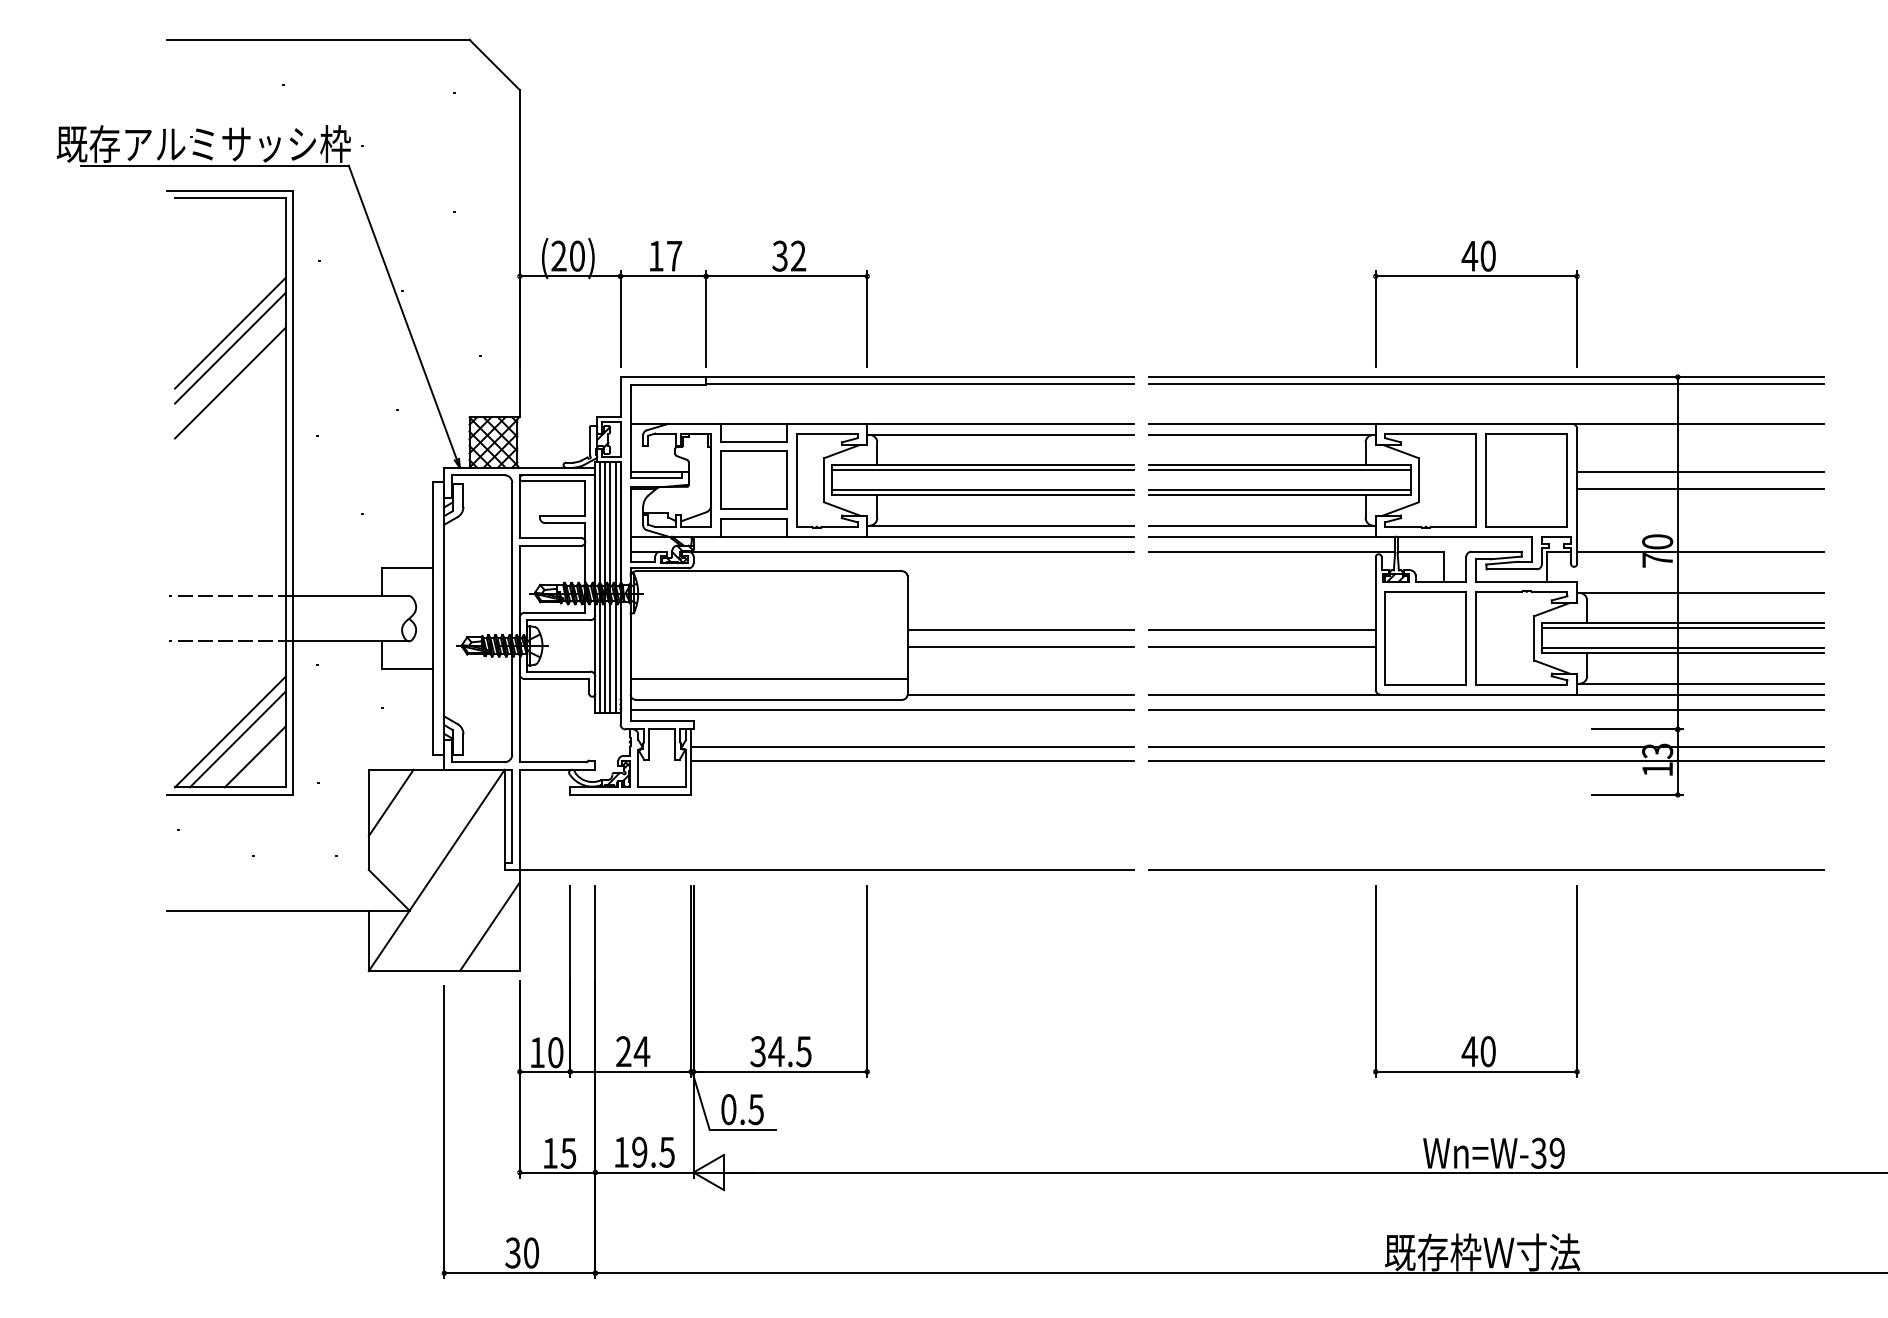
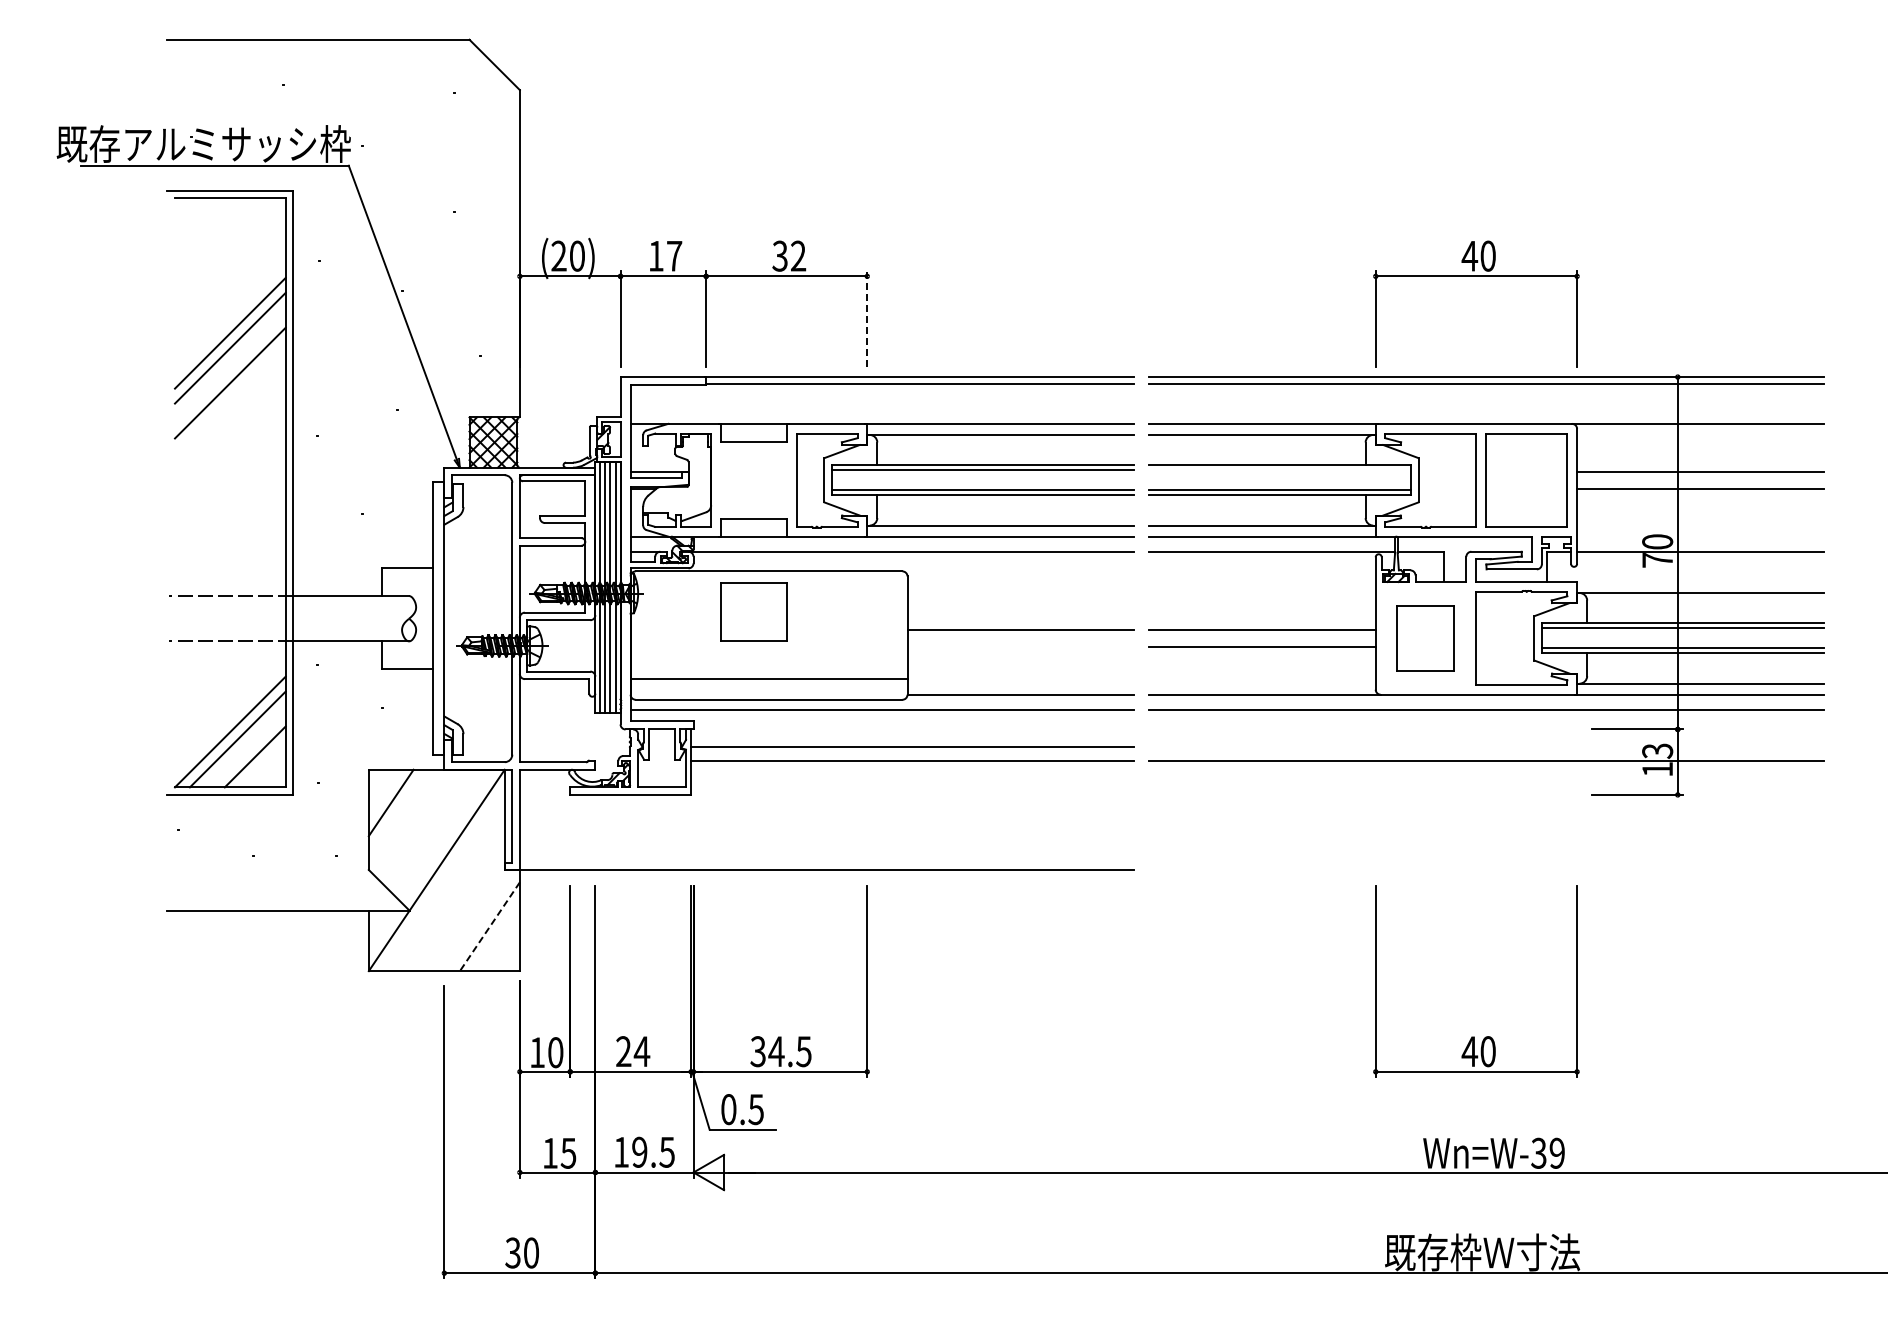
line at (867, 319): solid -> dashed
line at (1279, 470): present -> none
part at (753, 479) position: (753, 479) -> (753, 611)
part at (1425, 638) size: 83x95 px -> 59x67 px
line at (1020, 646): present -> none
line at (1486, 747): present -> none
line at (1486, 869): present -> none
line at (489, 926): solid -> dashed
